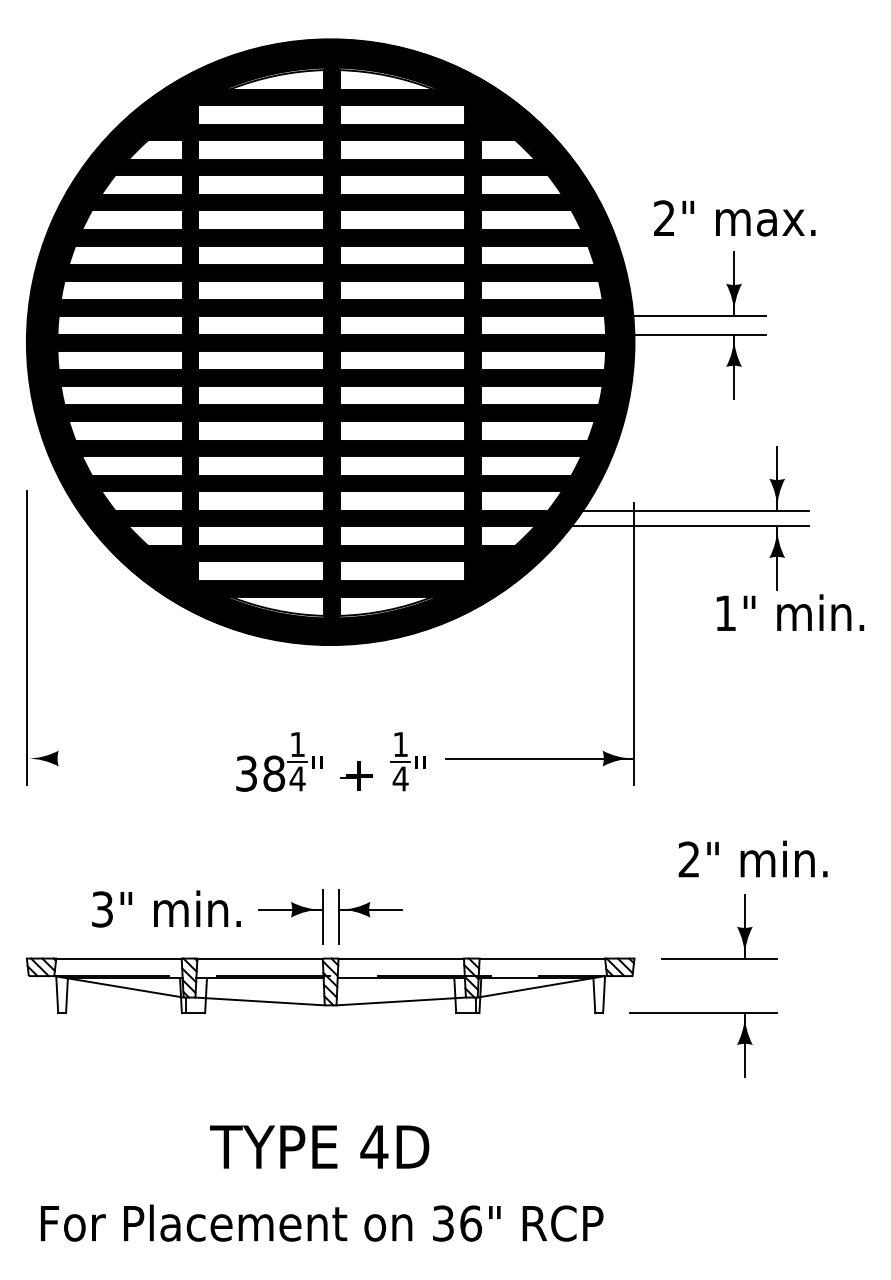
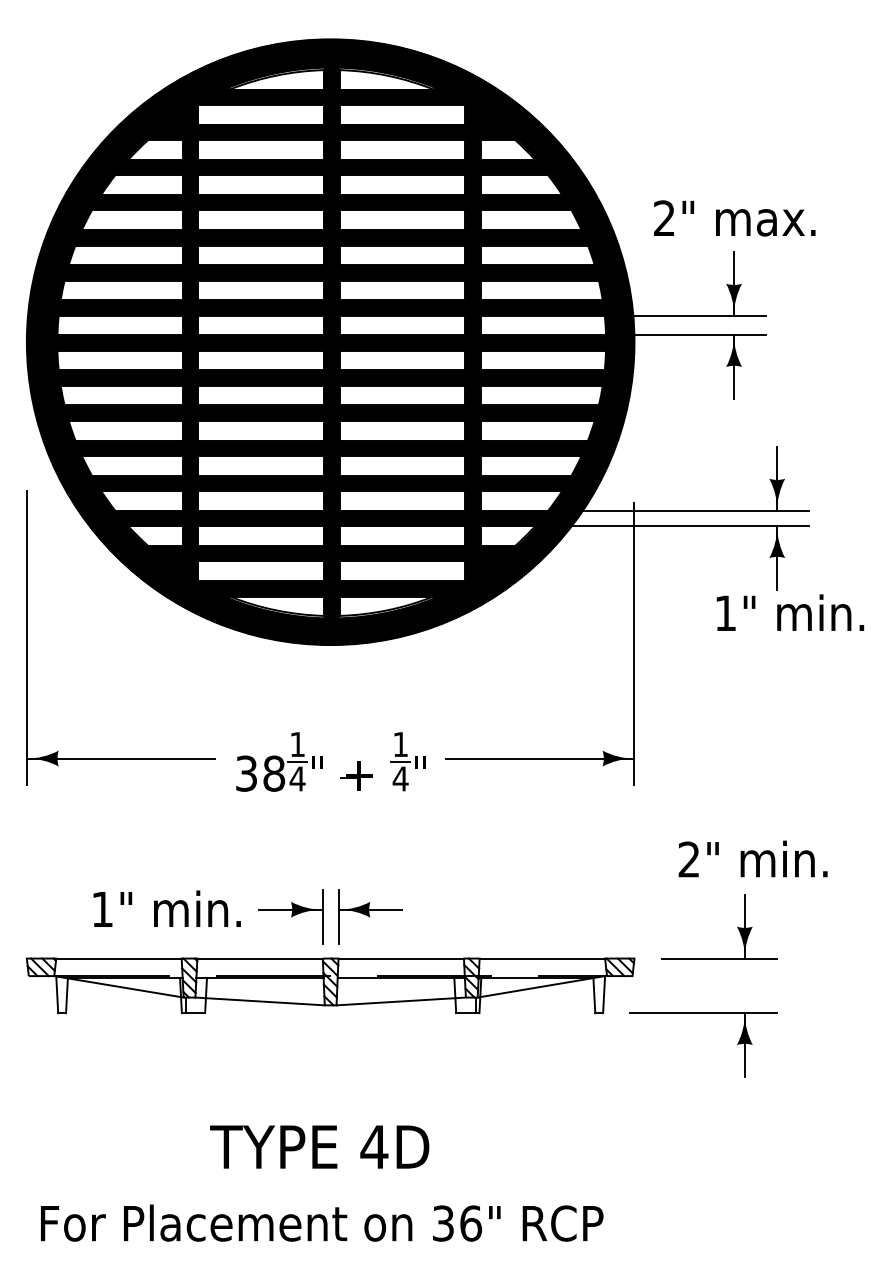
line at (120, 758): none -> present
text at (102, 909): 3" -> 1"
